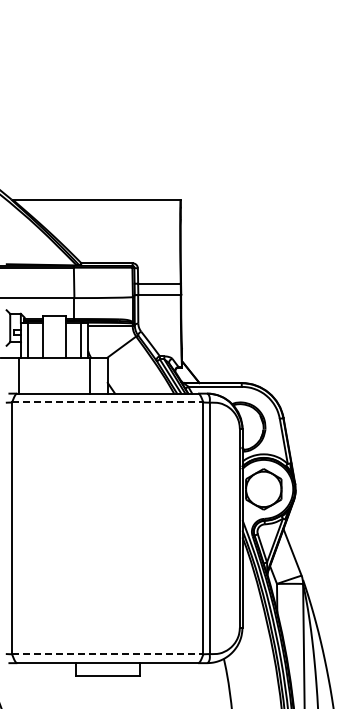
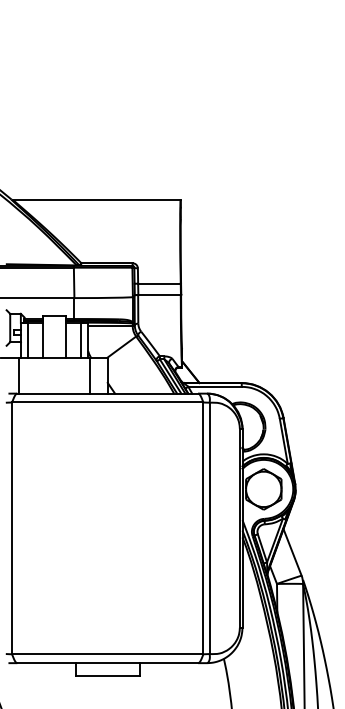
line at (107, 402): dashed -> solid
line at (107, 654): dashed -> solid
